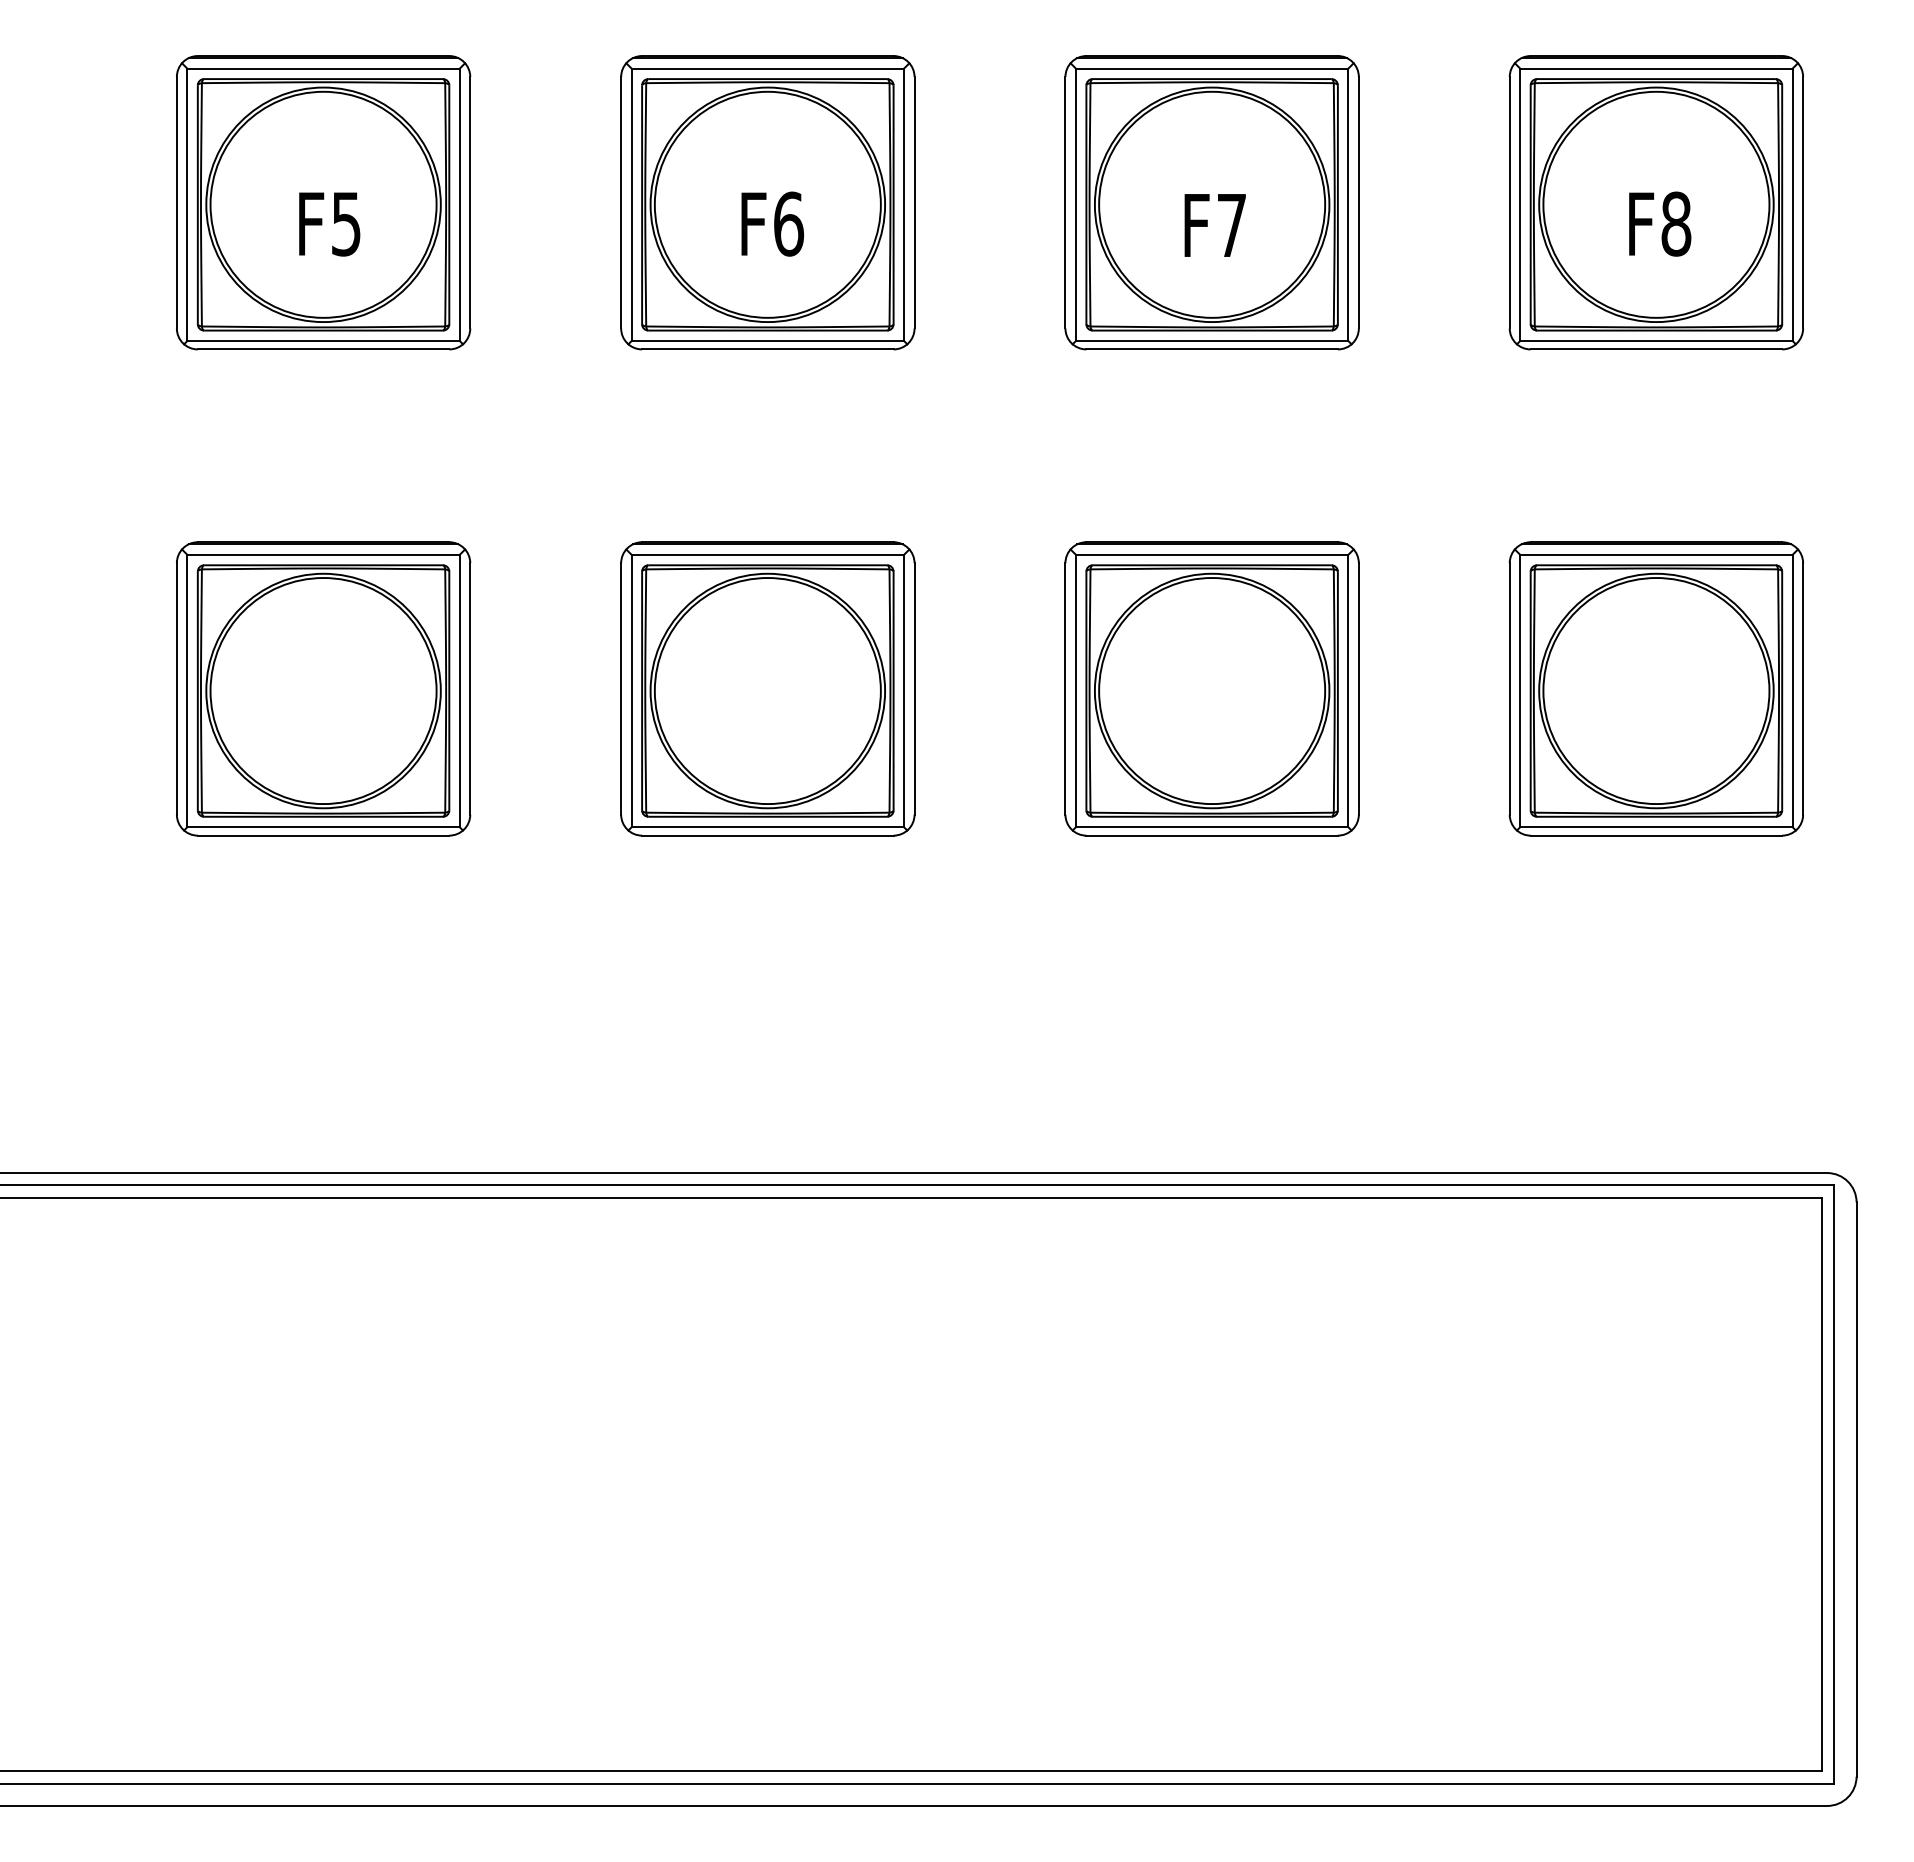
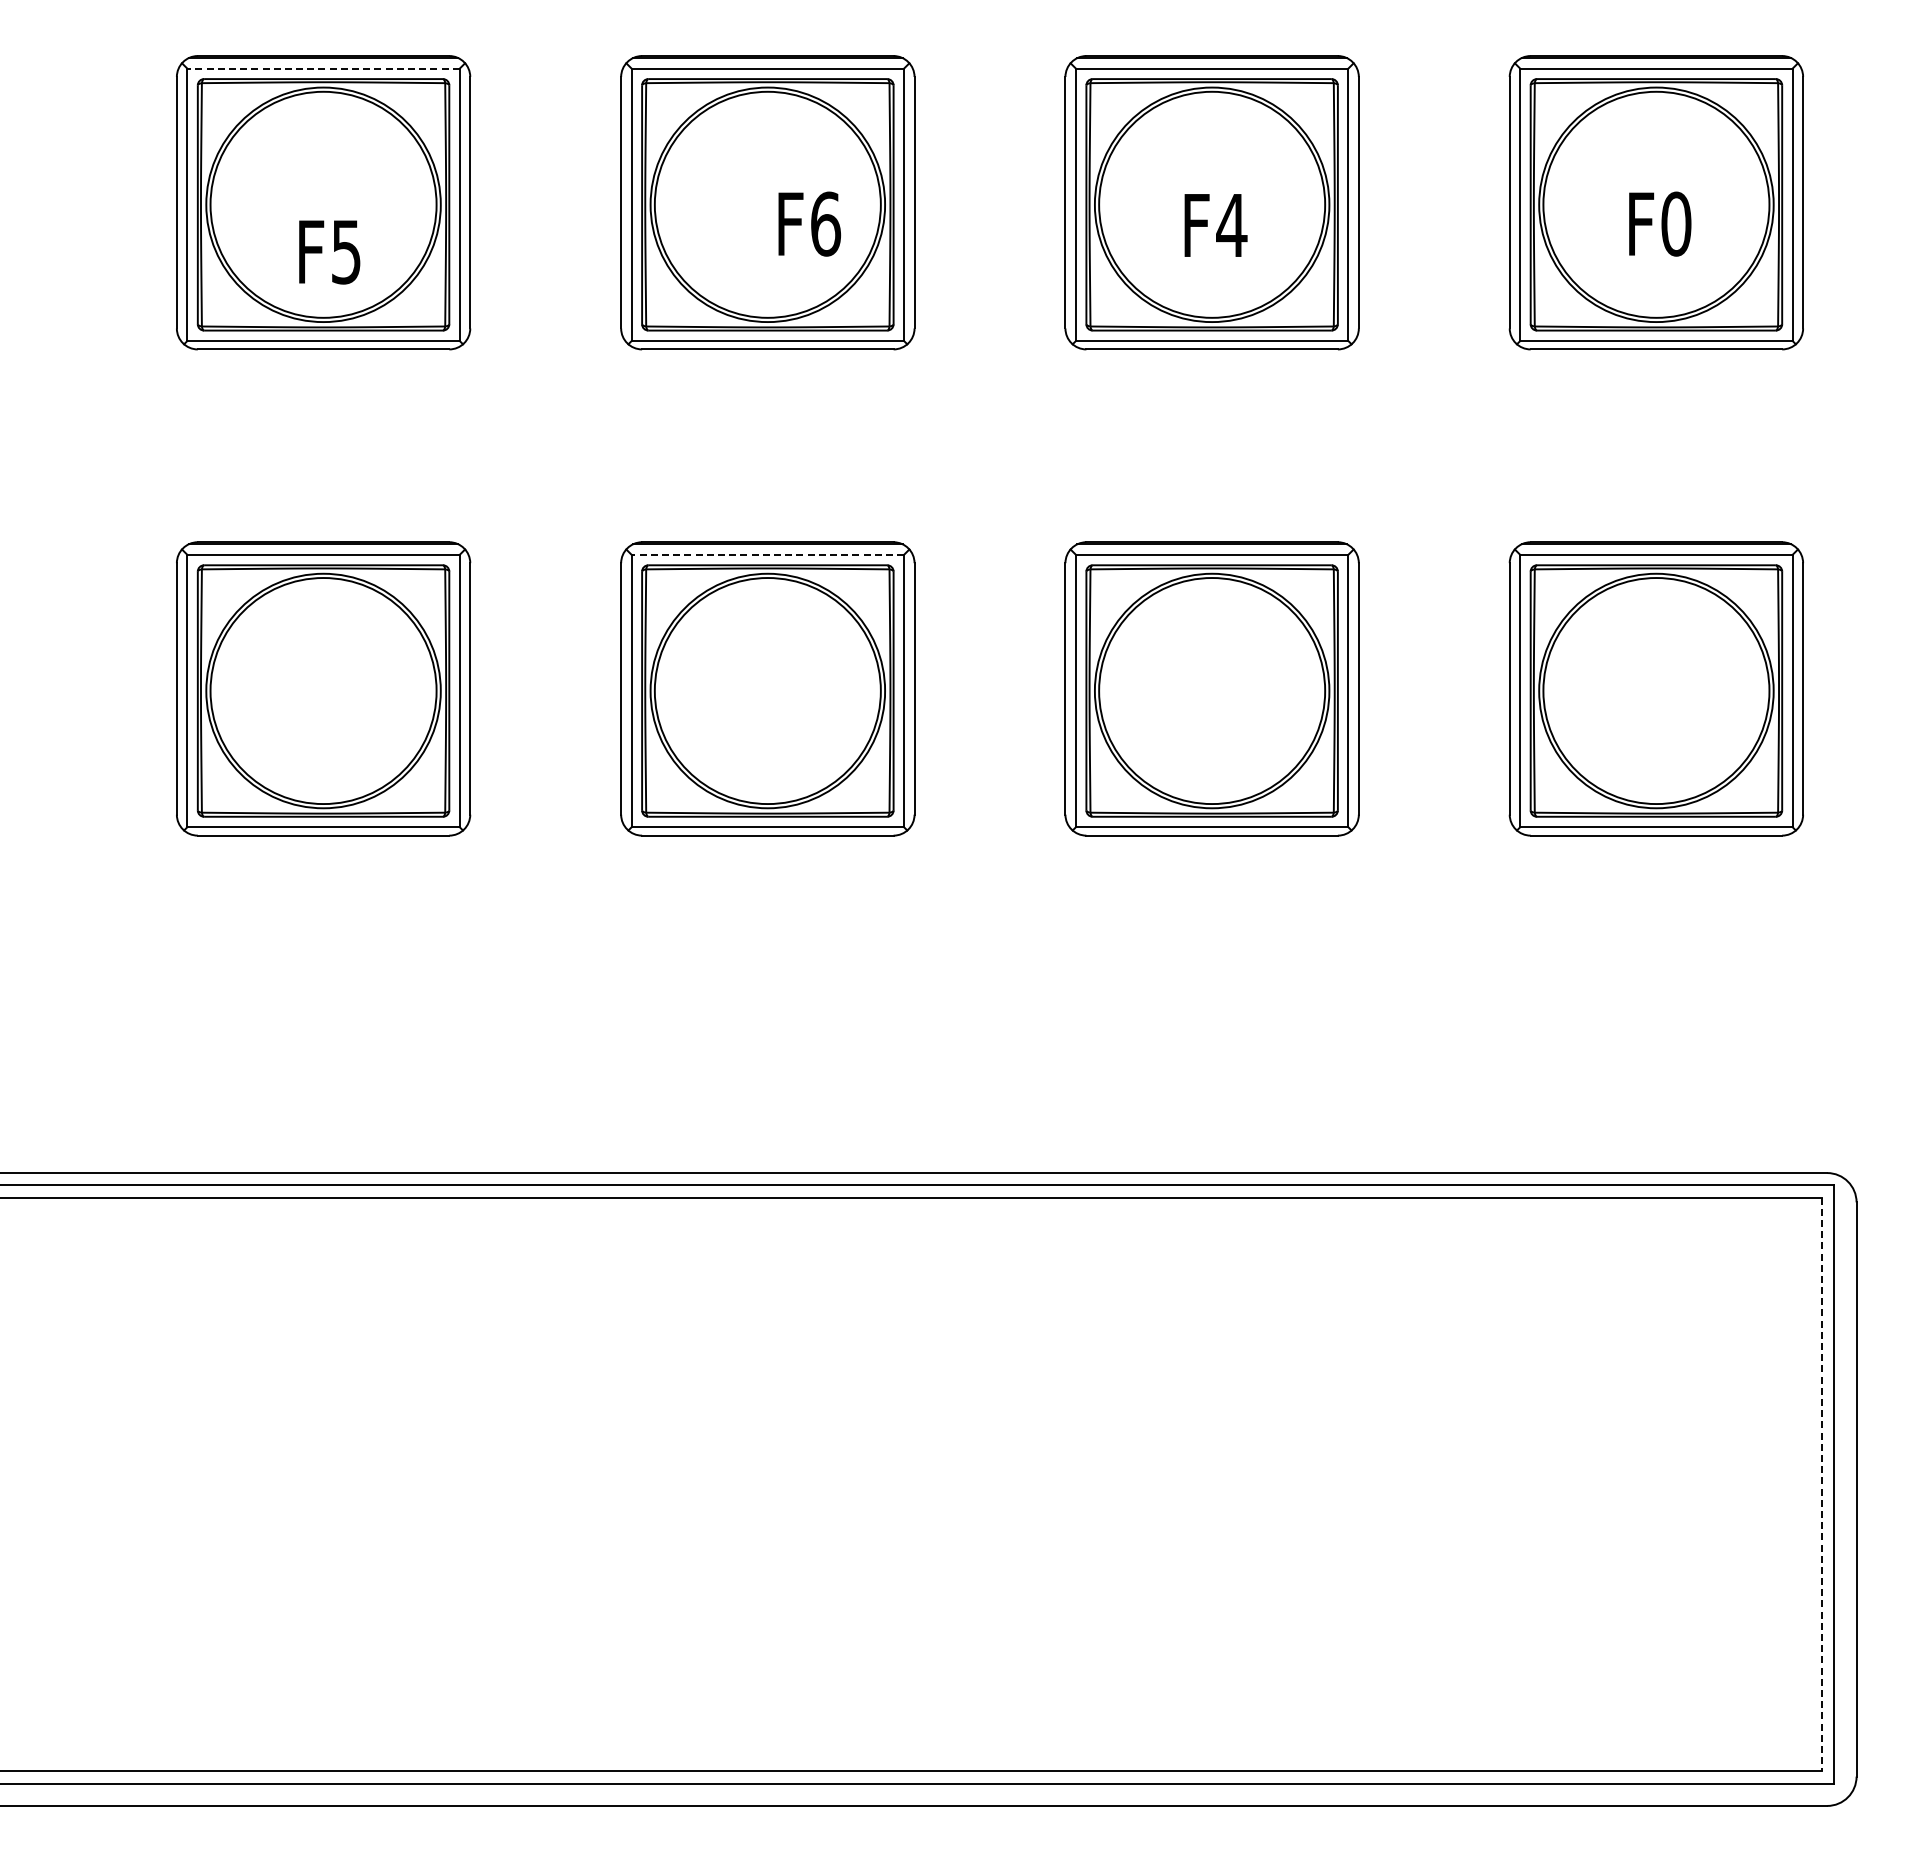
line at (323, 68): solid -> dashed
text at (772, 223) position: (772, 223) -> (809, 223)
text at (1676, 223): F8 -> F0
text at (329, 224) position: (329, 224) -> (329, 252)
text at (1231, 225): F7 -> F4
line at (767, 554): solid -> dashed
line at (1821, 1484): solid -> dashed
